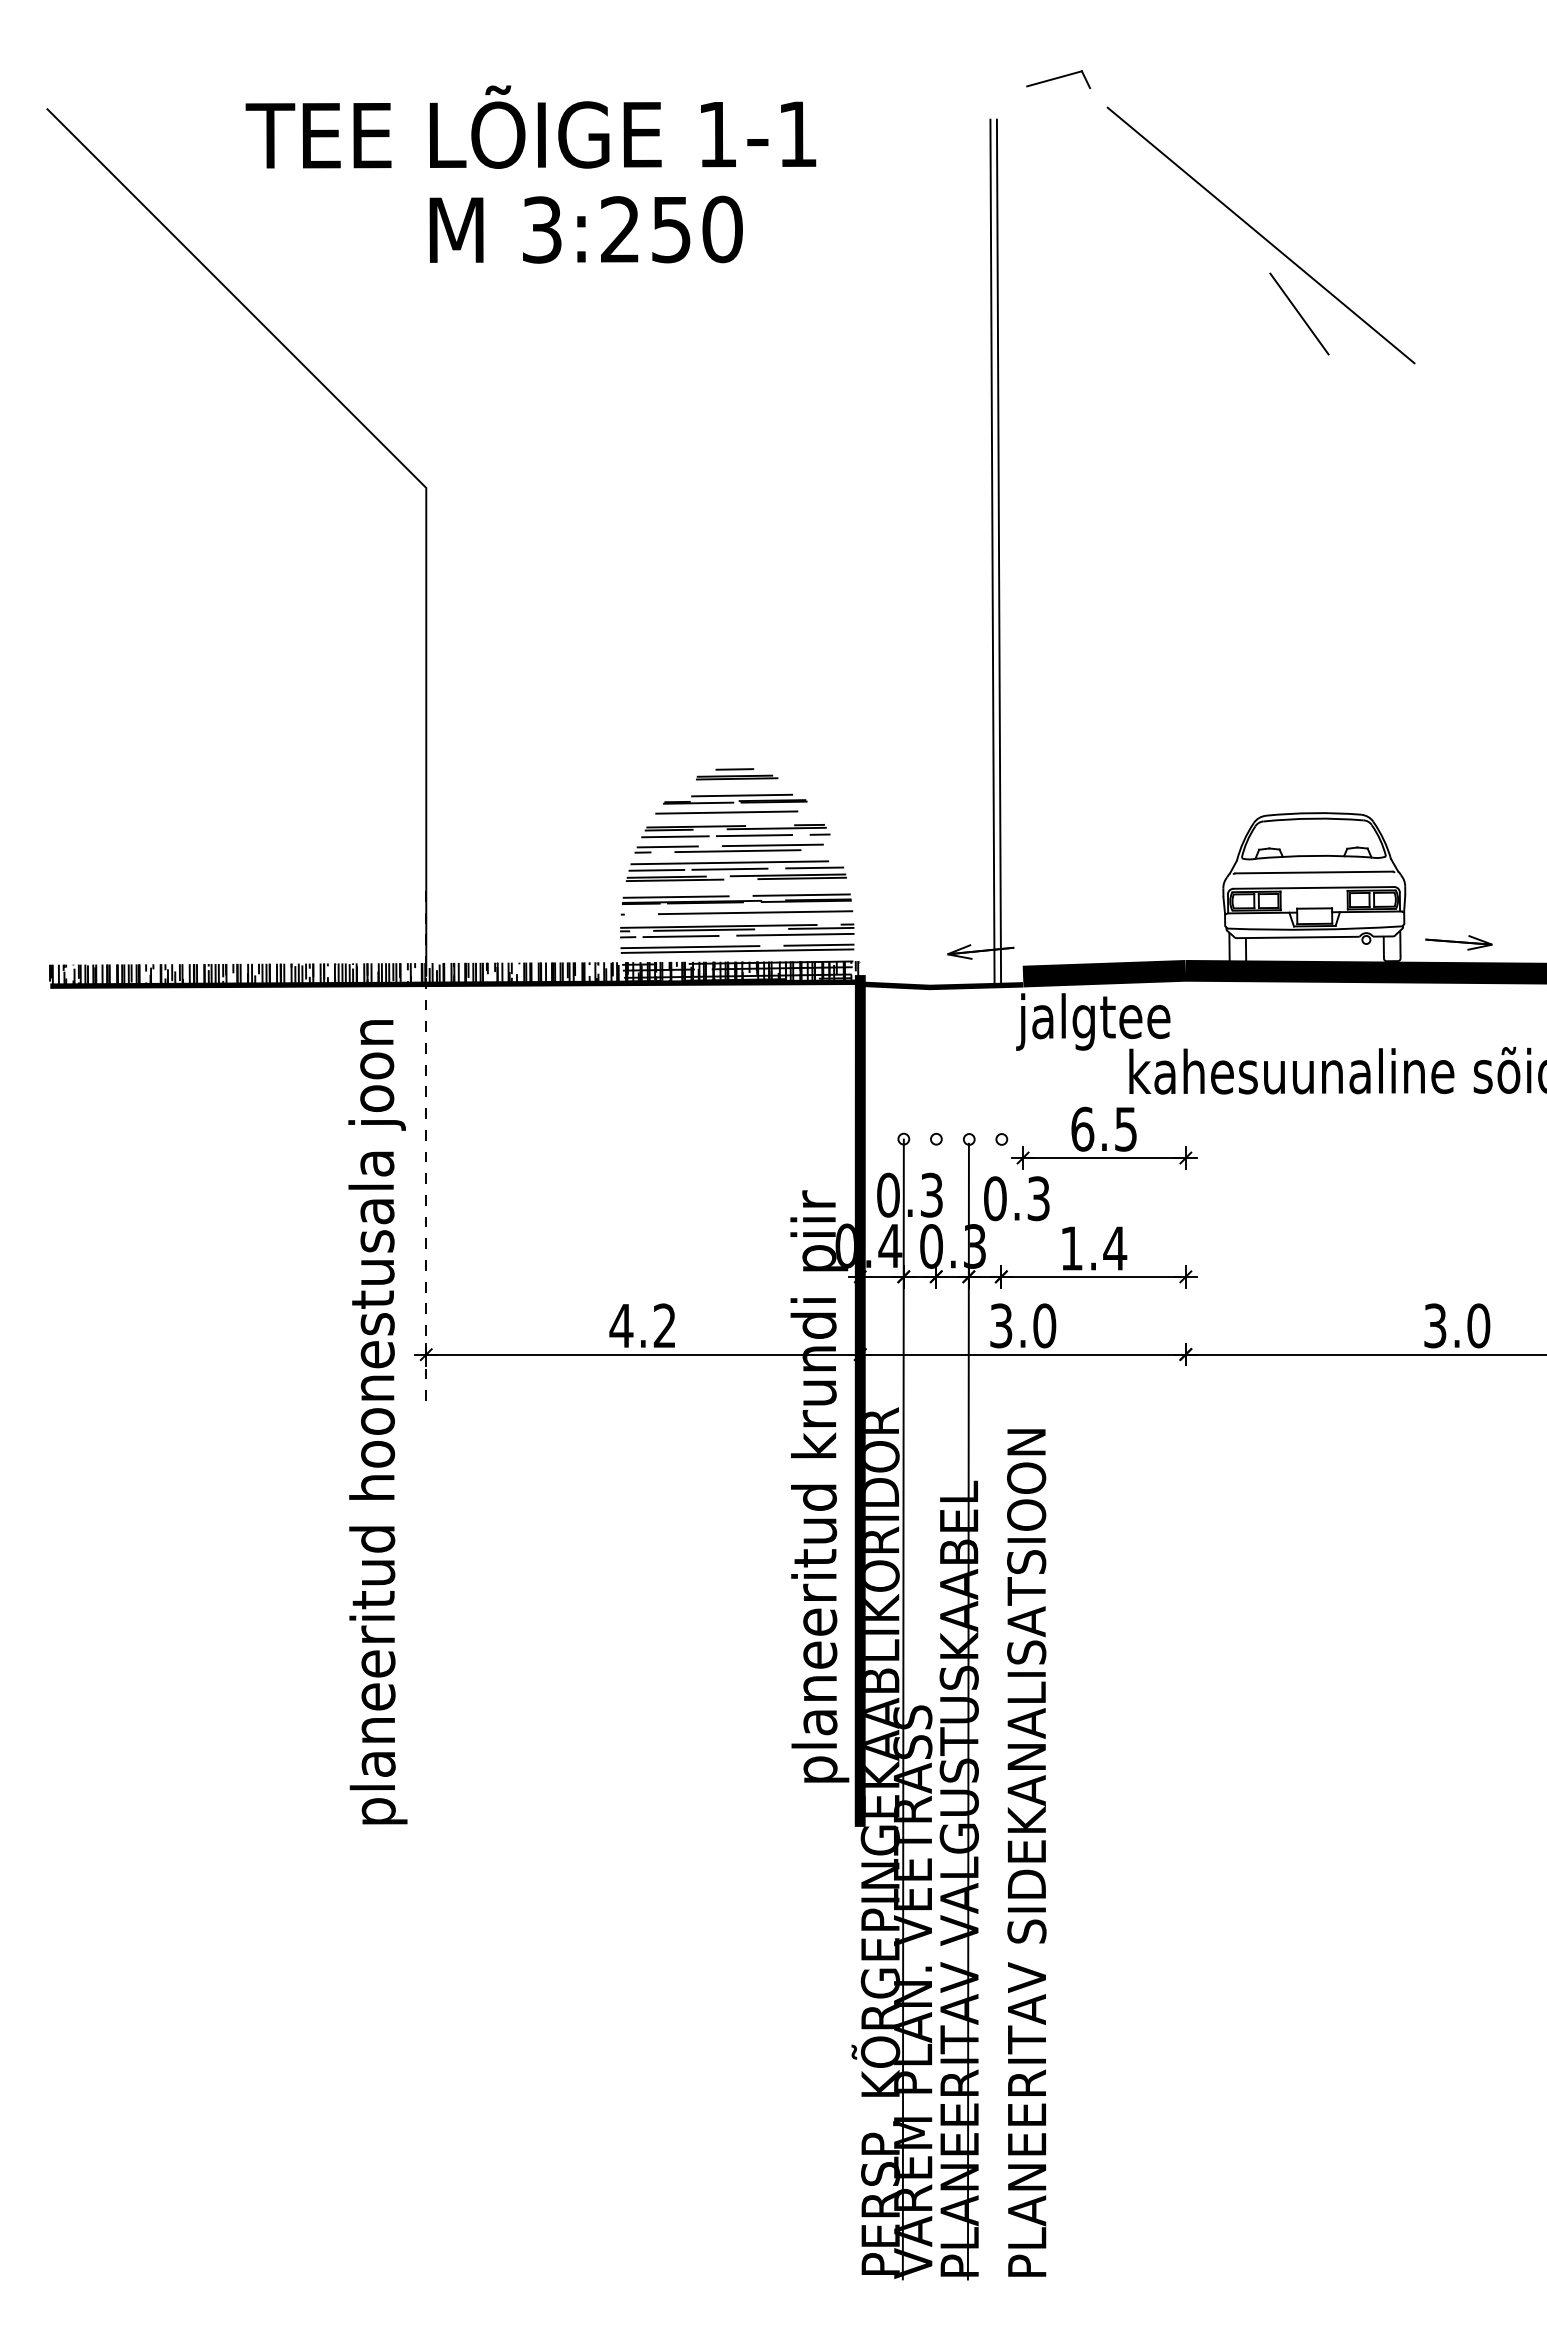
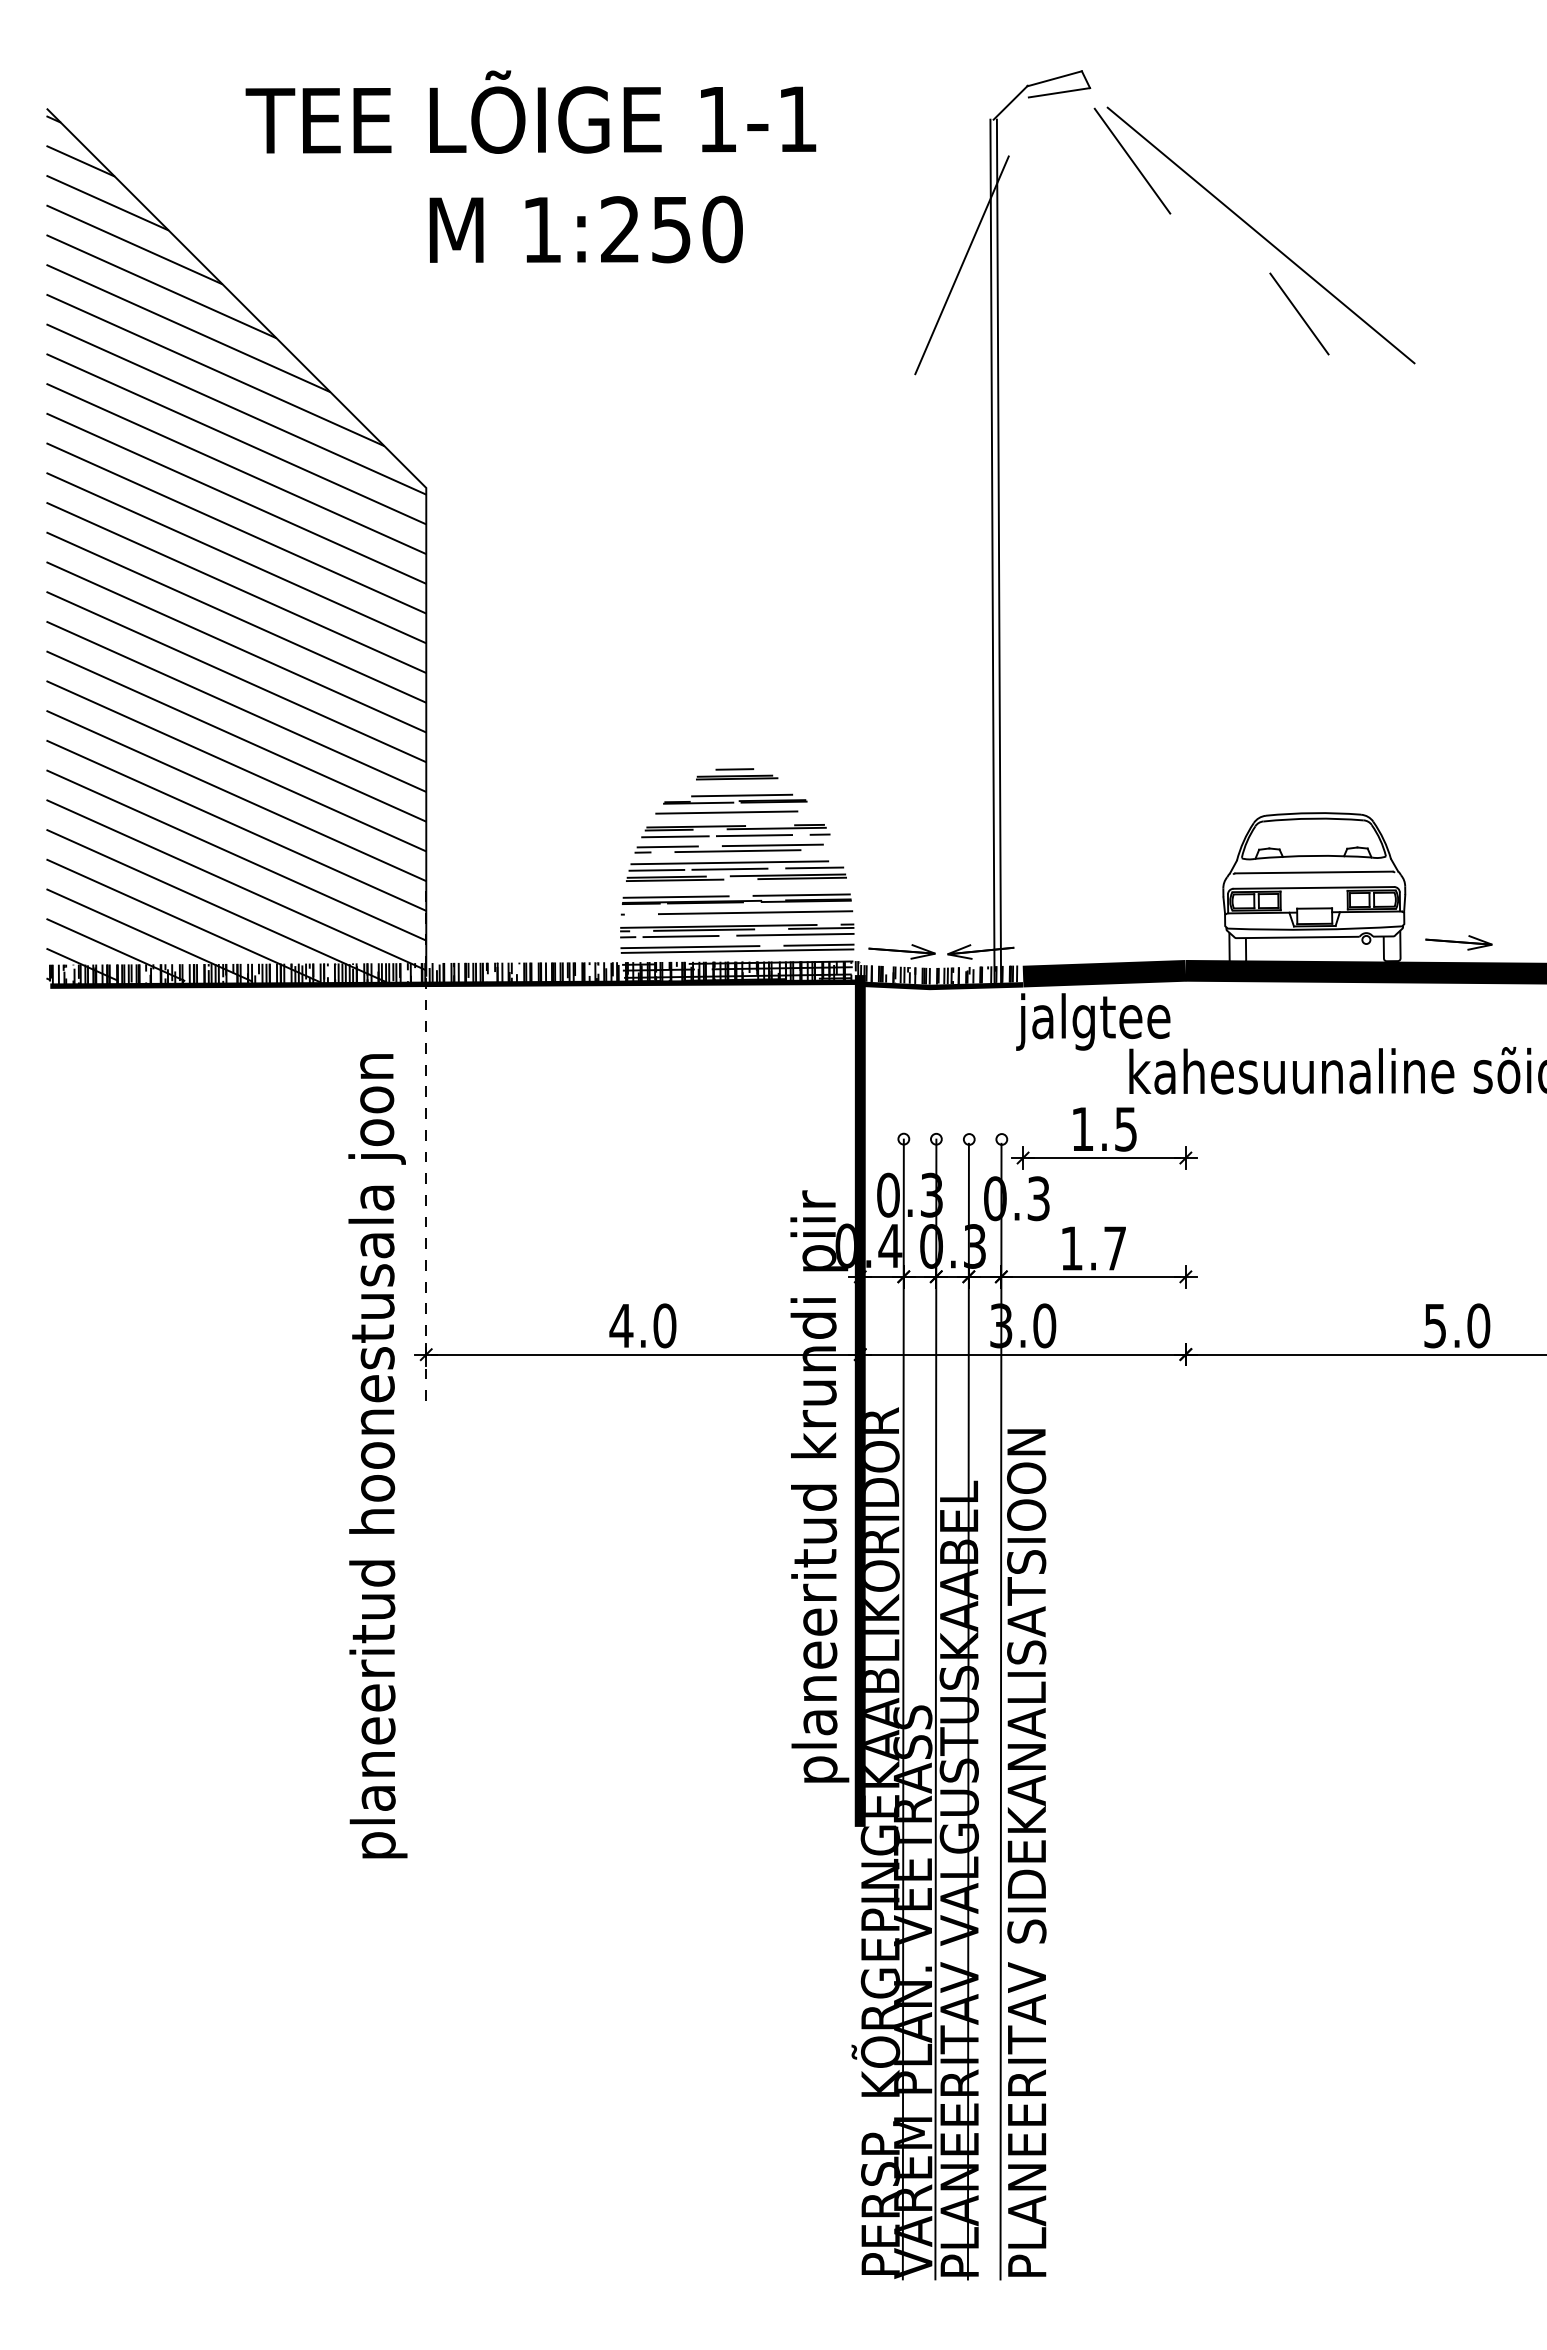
line at (1059, 92): none -> present
line at (1010, 102): none -> present
text at (530, 126) position: (530, 126) -> (530, 111)
line at (1132, 160): none -> present
text at (542, 229): 3:250 -> 1:250
line at (961, 265): none -> present
hatch at (236, 549): none -> present
part at (901, 951): none -> present
hatch at (938, 974): none -> present
text at (1082, 1128): 6.5 -> 1.5
text at (1115, 1248): 1.4 -> 1.7
text at (664, 1325): 4.2 -> 4.0
text at (1435, 1325): 3.0 -> 5.0
text at (377, 1422) position: (377, 1422) -> (377, 1456)
line at (935, 1709): none -> present
line at (1000, 1711): none -> present
